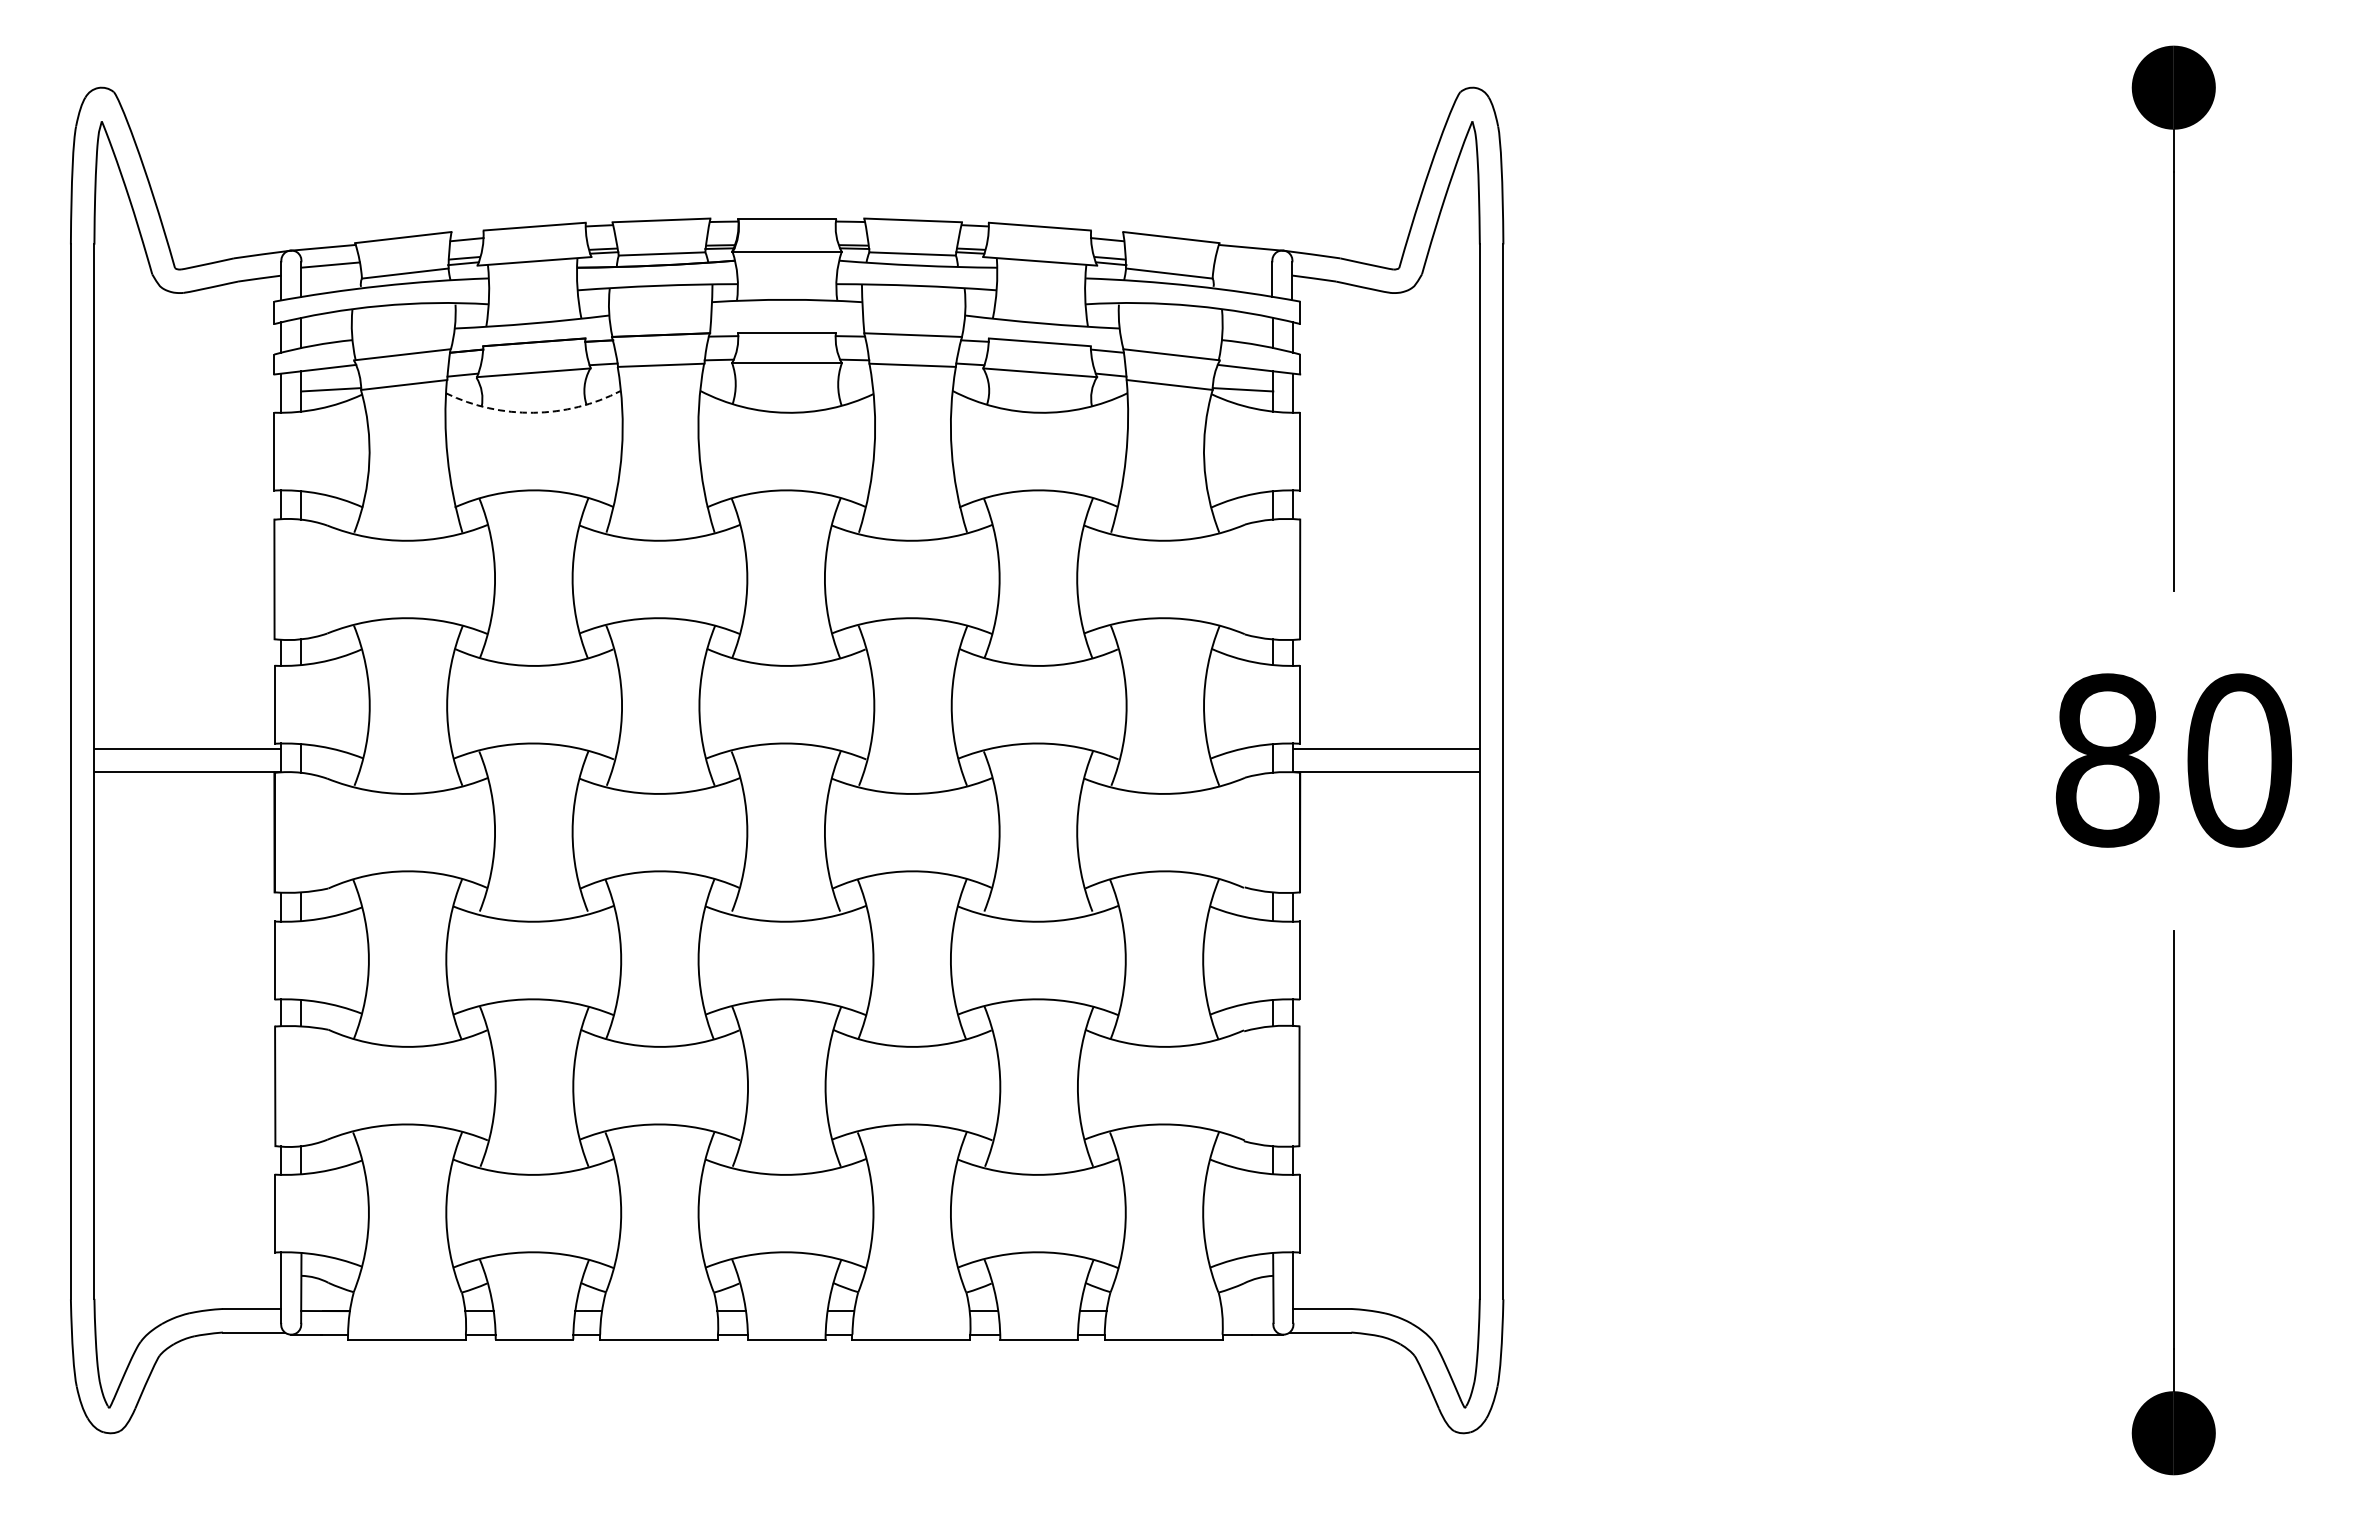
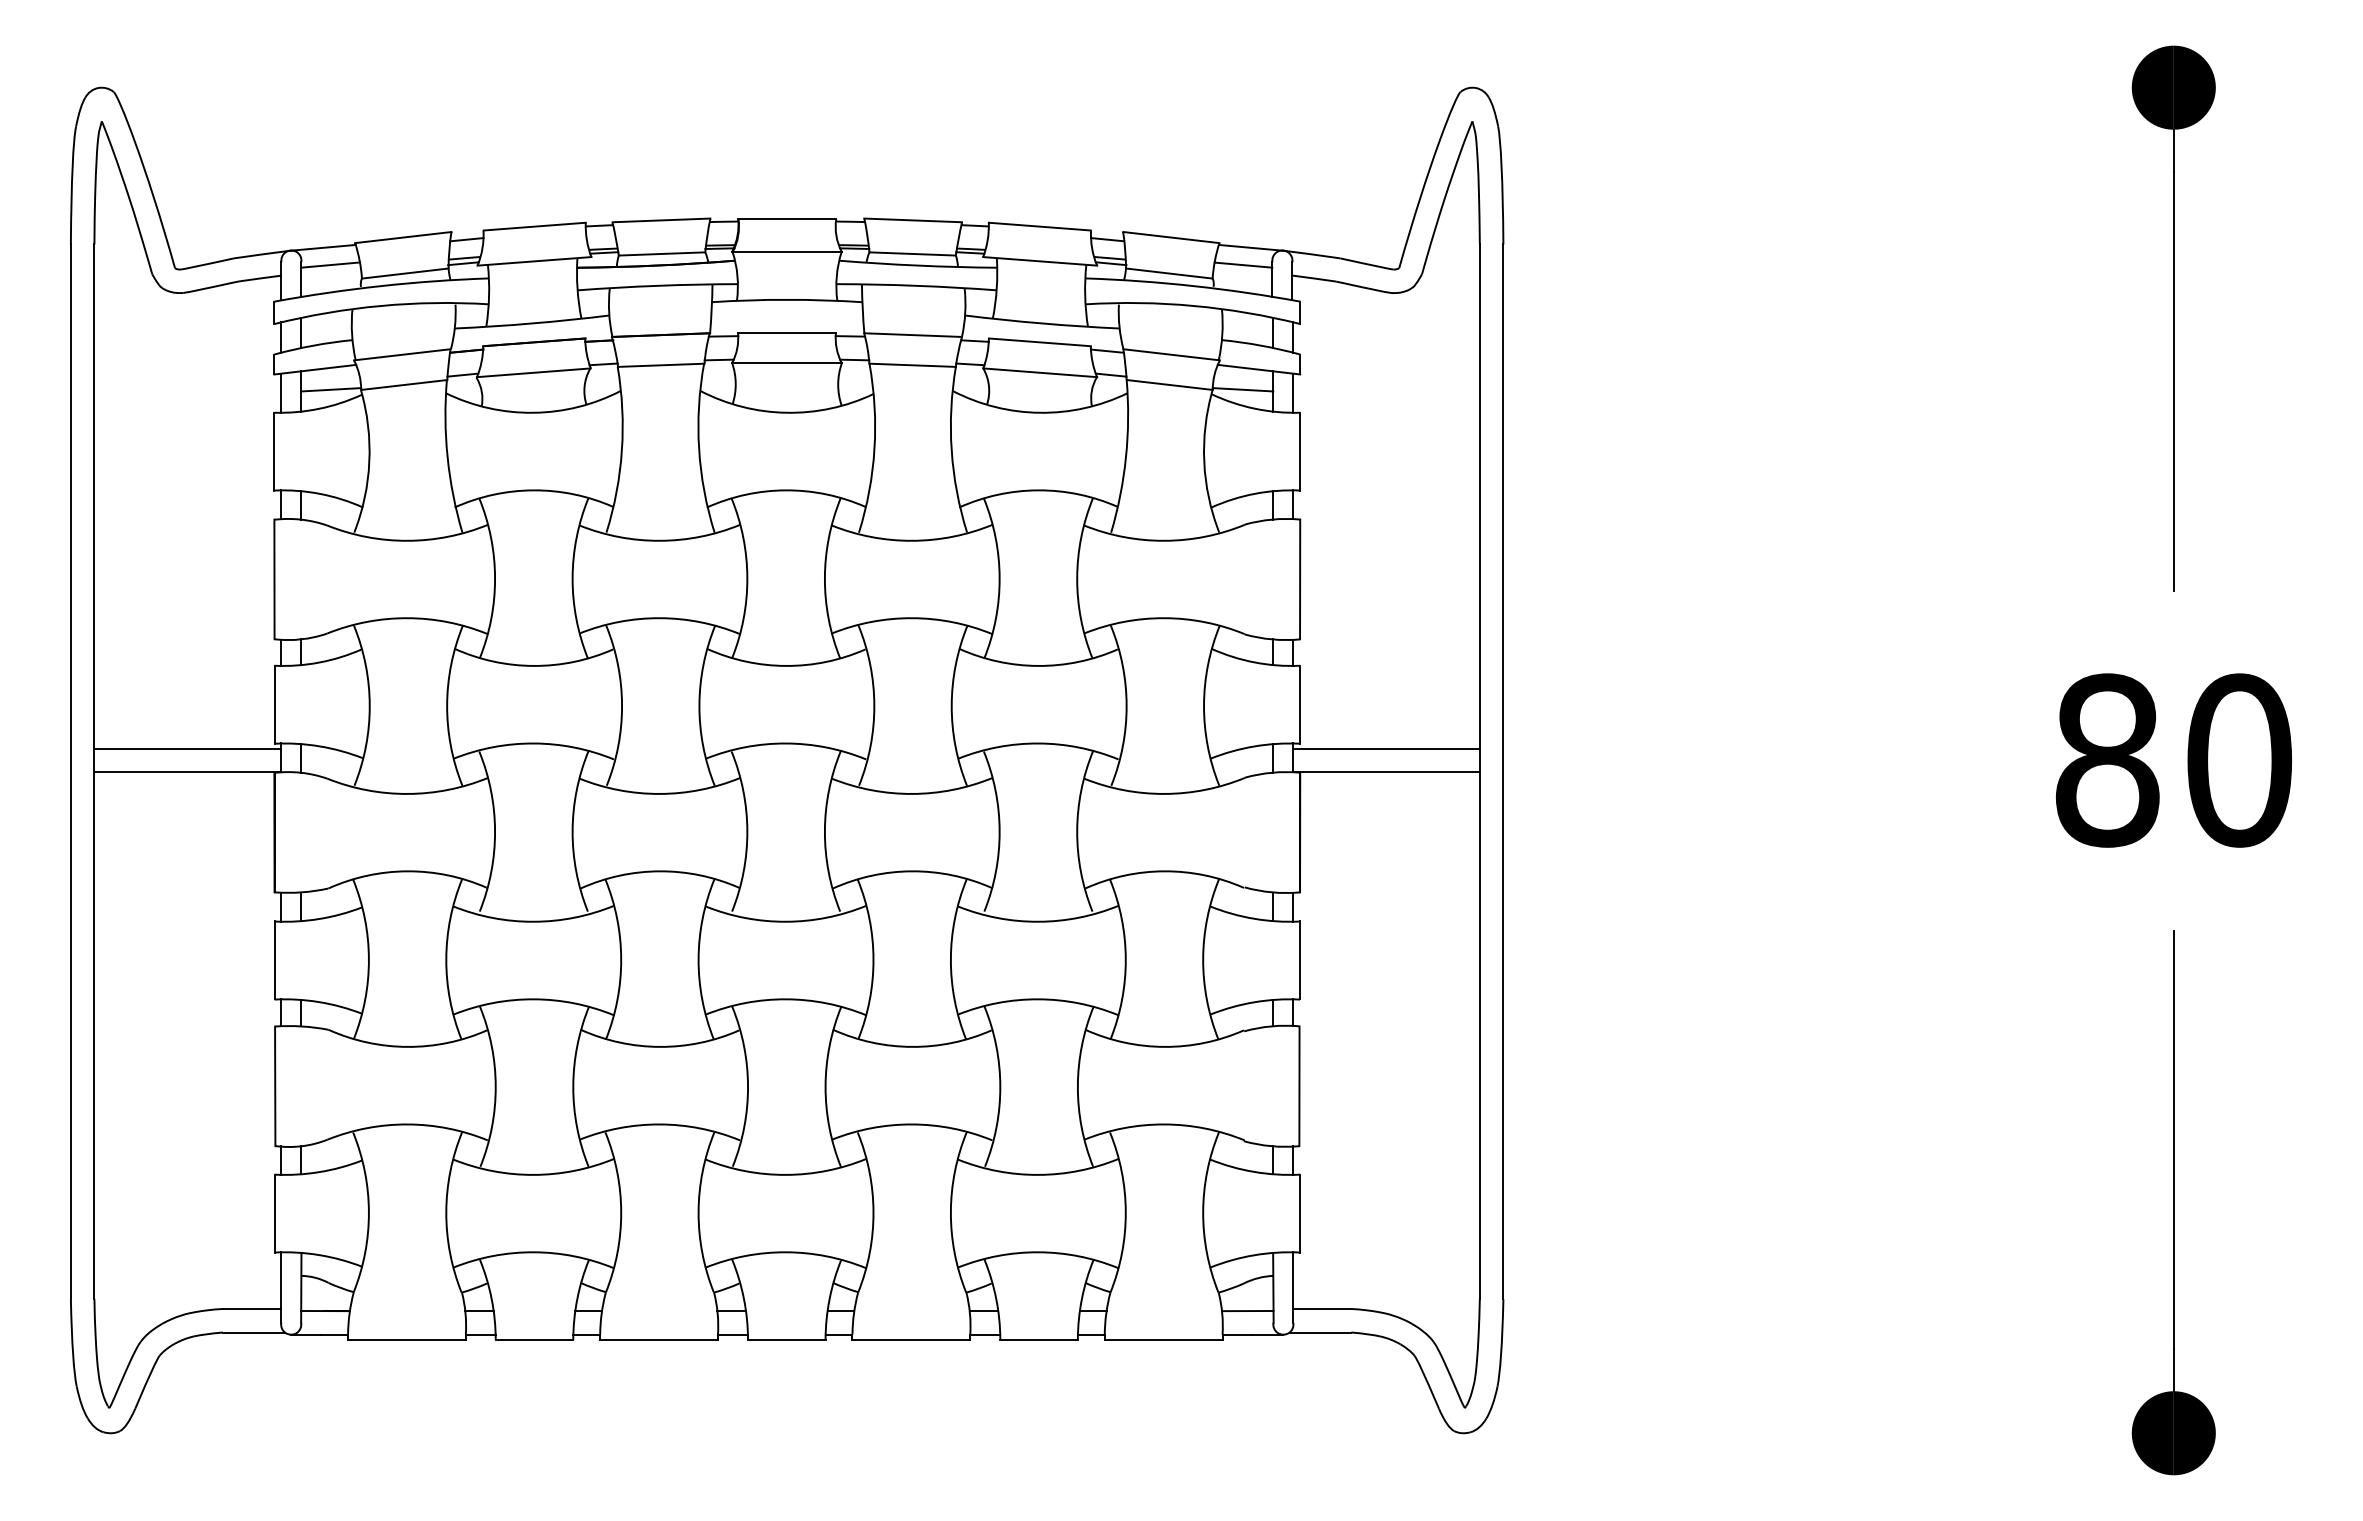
line at (1243, 264): none -> present
arc at (533, 412): dashed -> solid
line at (1247, 1310): none -> present
